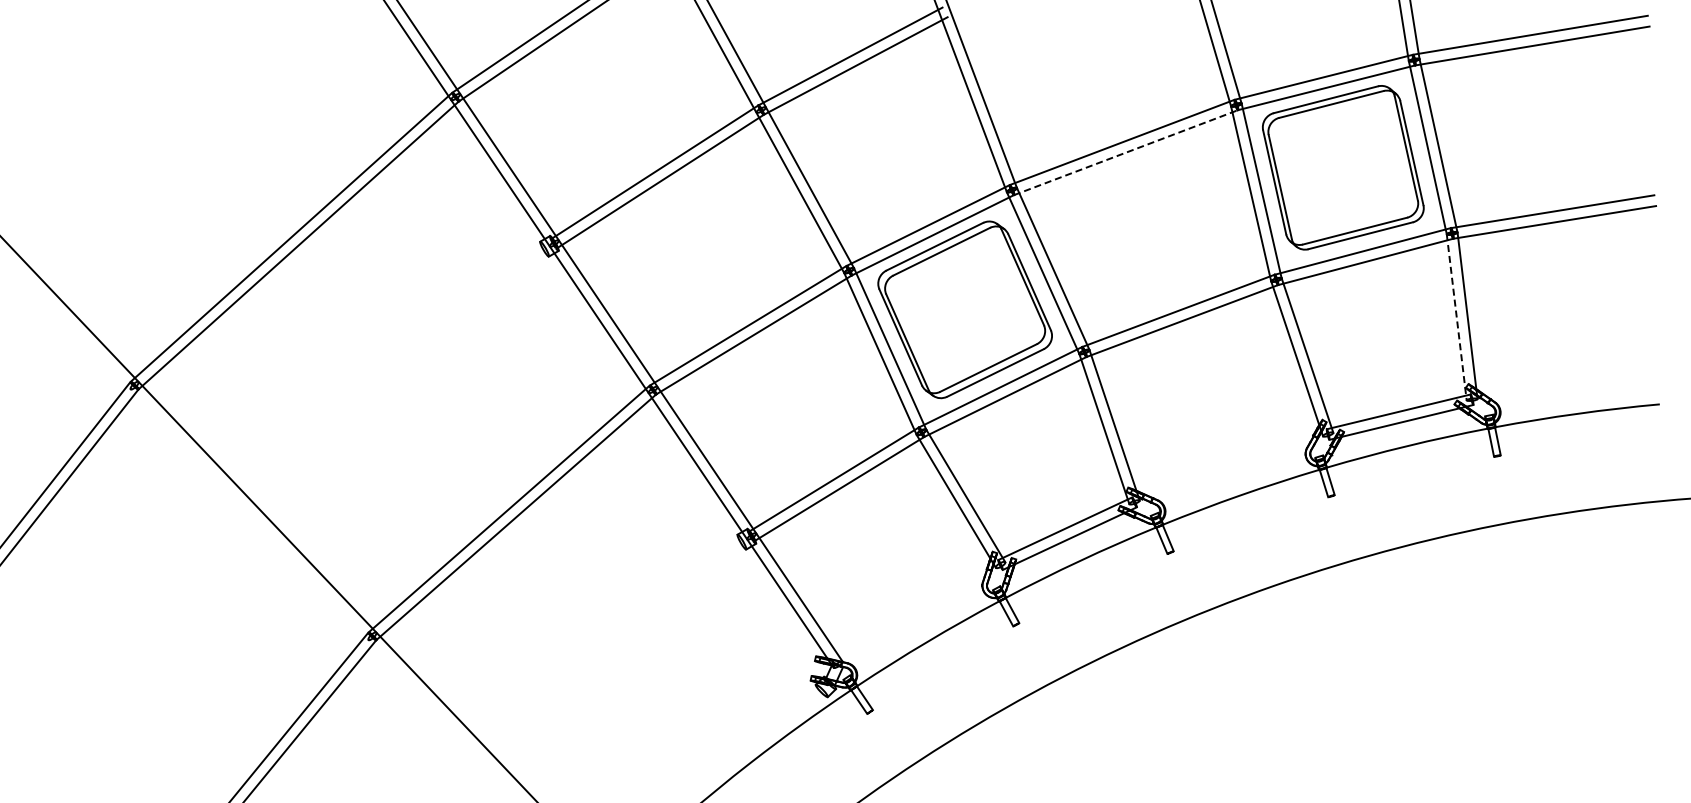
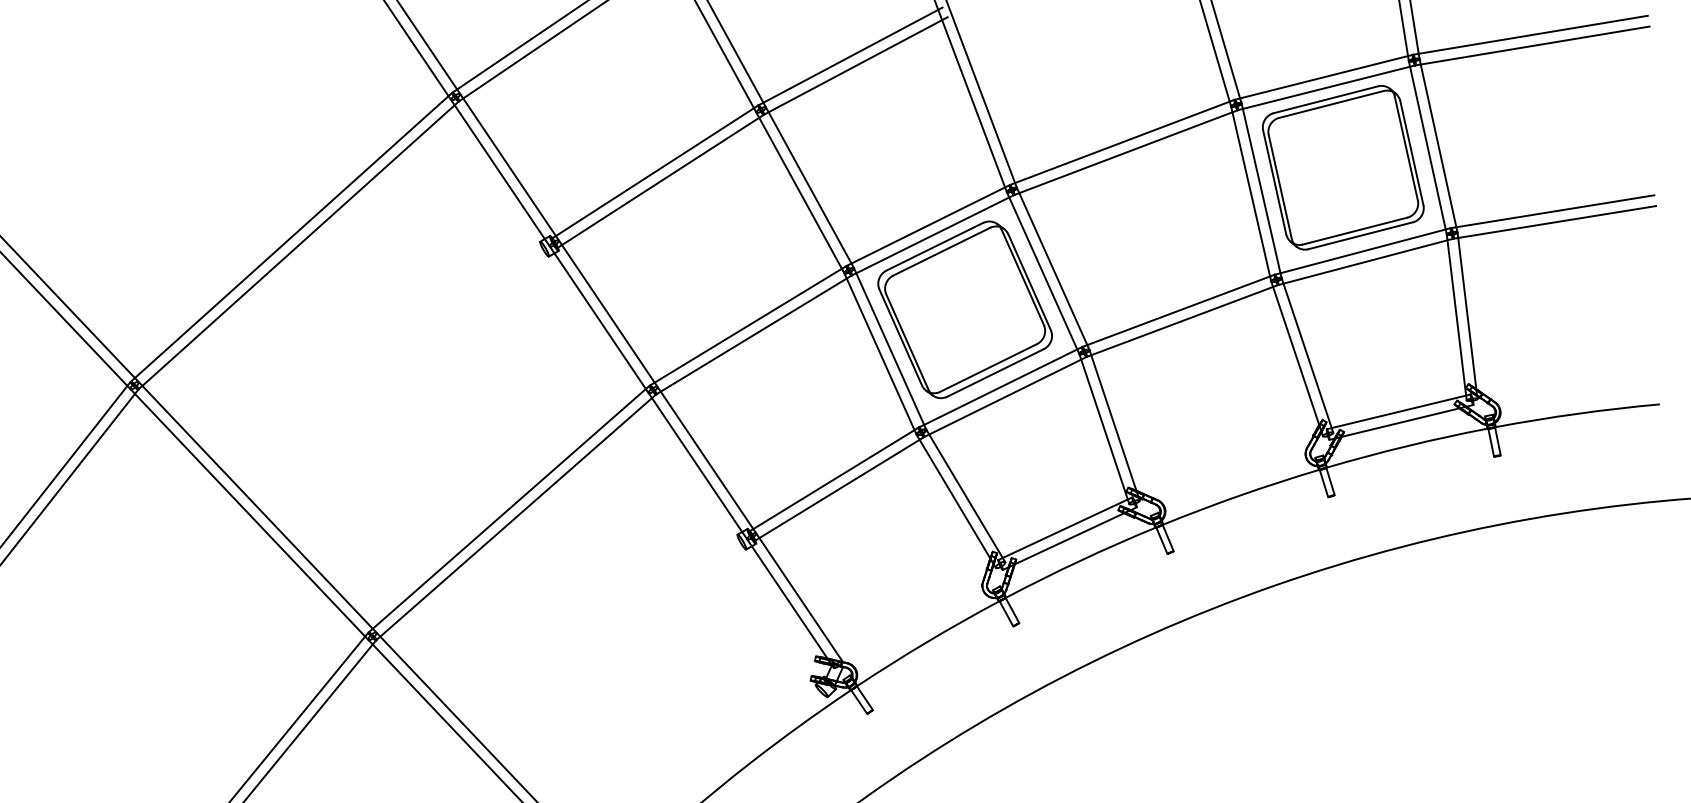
line at (1126, 152): dashed -> solid
line at (1456, 317): dashed -> solid
line at (260, 526): none -> present
